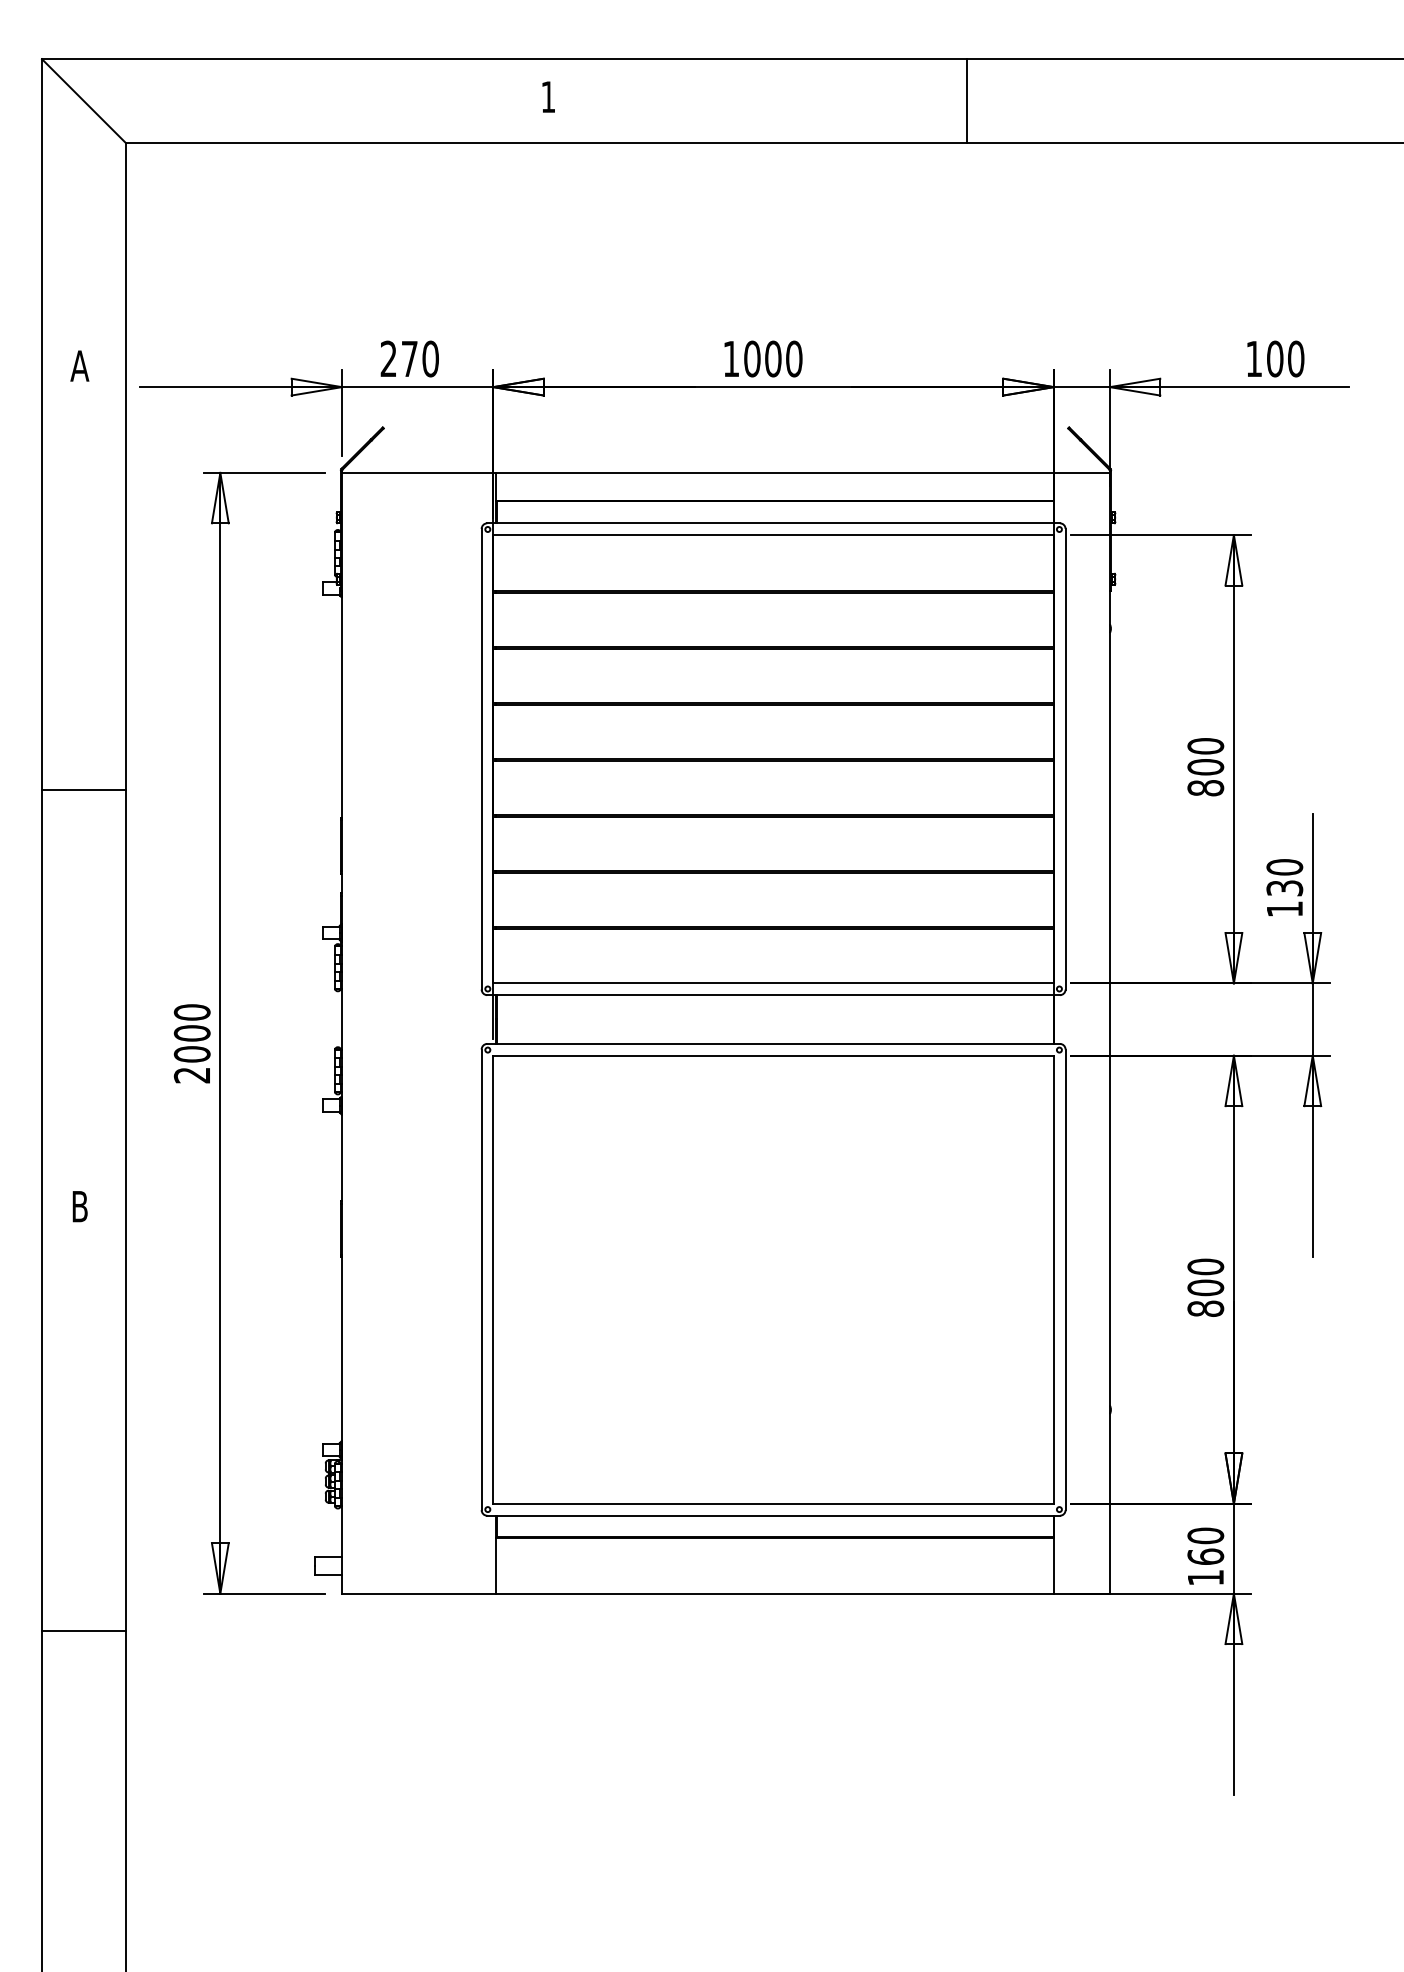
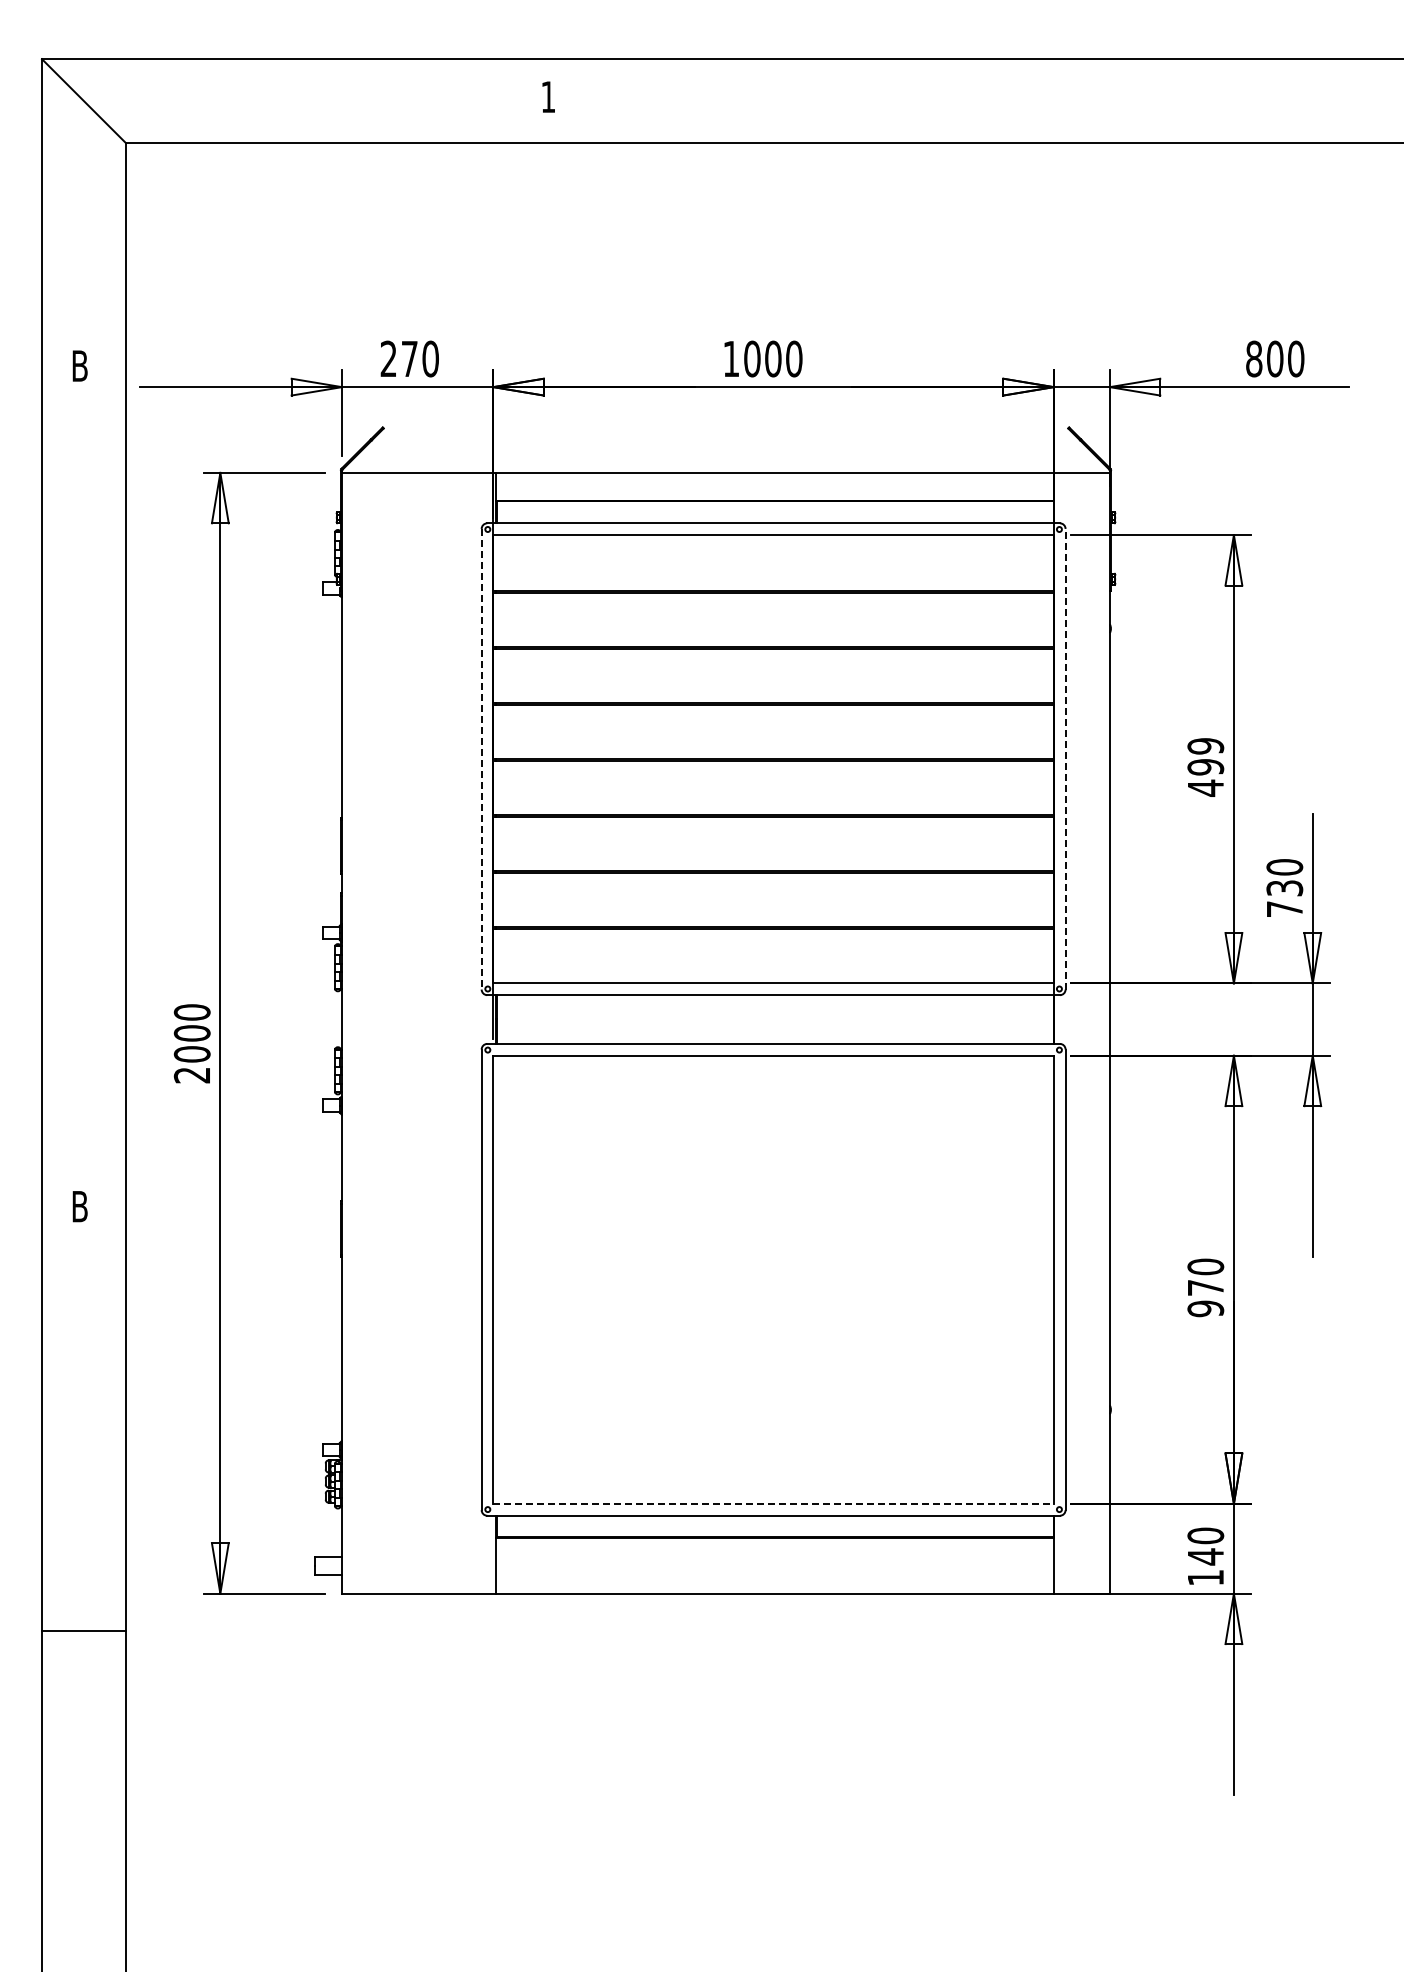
line at (966, 101): present -> none
text at (1254, 358): 100 -> 800
text at (79, 365): A -> B
line at (1065, 758): solid -> dashed
line at (481, 759): solid -> dashed
text at (1205, 767): 800 -> 499
line at (83, 790): present -> none
text at (1284, 908): 130 -> 730
text at (1205, 1298): 800 -> 970
line at (774, 1503): solid -> dashed
text at (1205, 1556): 160 -> 140
